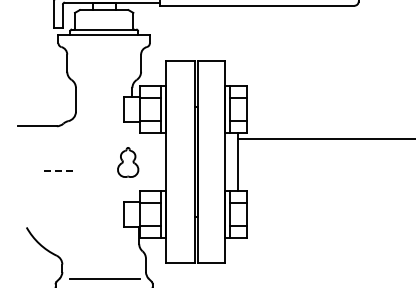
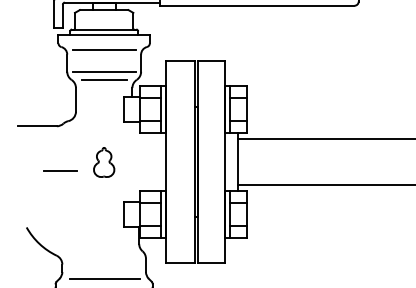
line at (103, 49): none -> present
line at (103, 71): none -> present
line at (103, 79): none -> present
part at (128, 162) position: (128, 162) -> (104, 162)
line at (60, 170): dashed -> solid
line at (324, 185): none -> present
